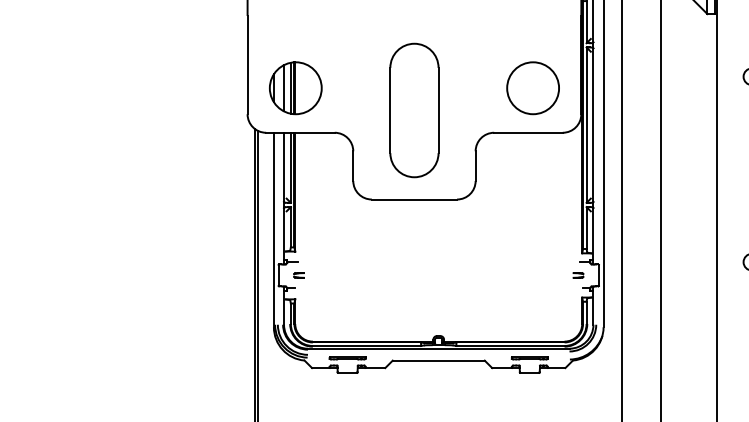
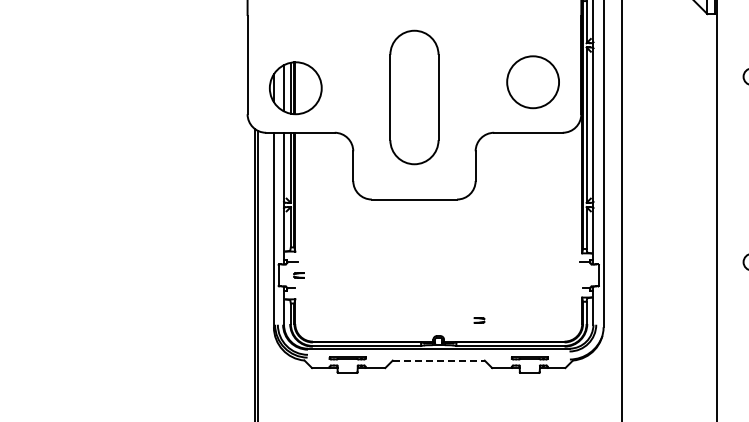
circle at (532, 88) position: (532, 88) -> (532, 82)
part at (414, 110) position: (414, 110) -> (414, 97)
line at (661, 210): present -> none
part at (578, 275) position: (578, 275) -> (479, 320)
line at (439, 360): solid -> dashed
